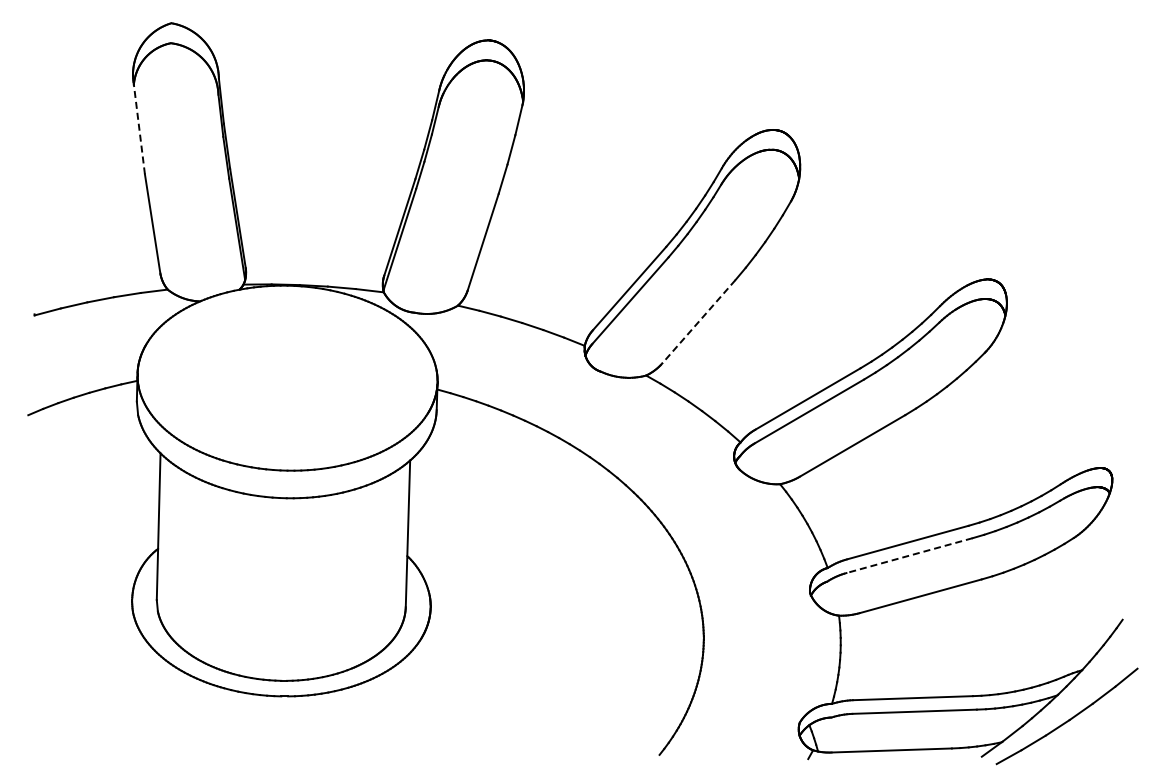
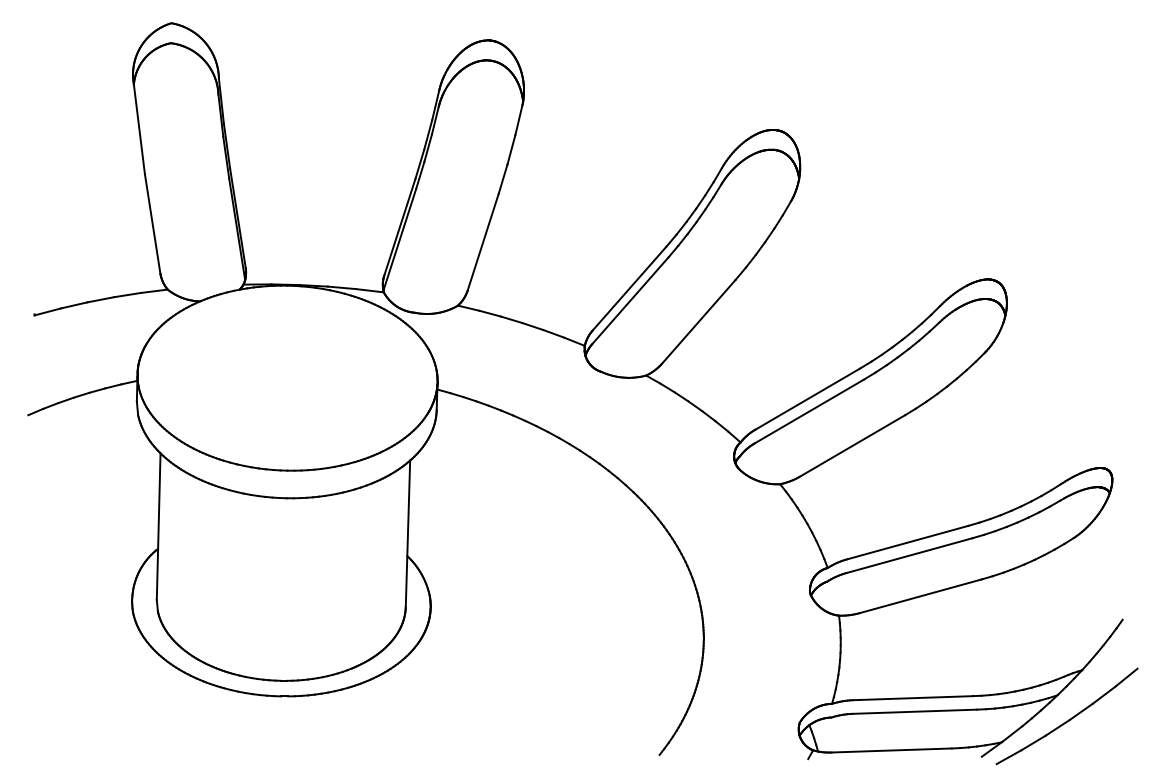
line at (139, 129): dashed -> solid
line at (698, 321): dashed -> solid
line at (909, 555): dashed -> solid
